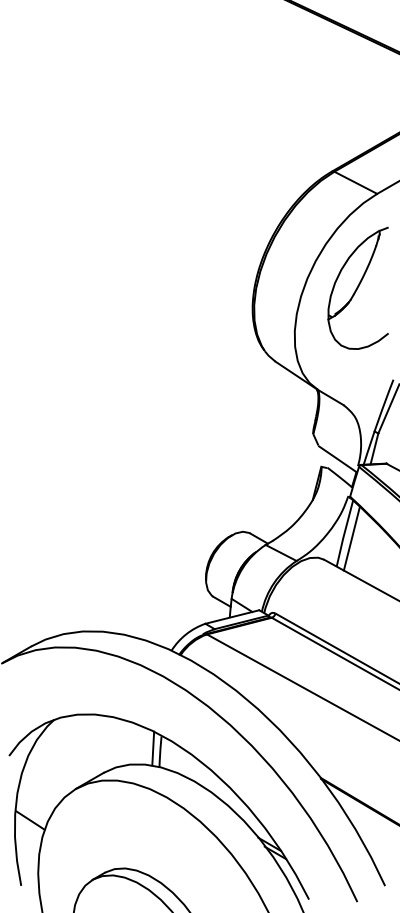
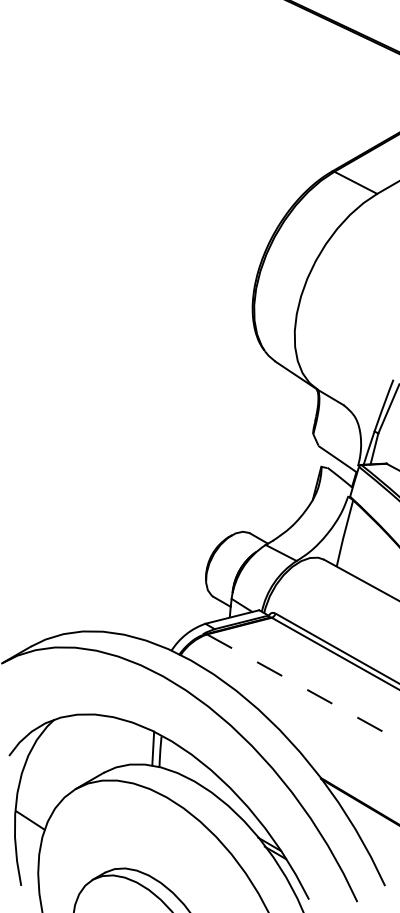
part at (357, 287): present -> none
line at (351, 538): present -> none
line at (303, 687): solid -> dashed
